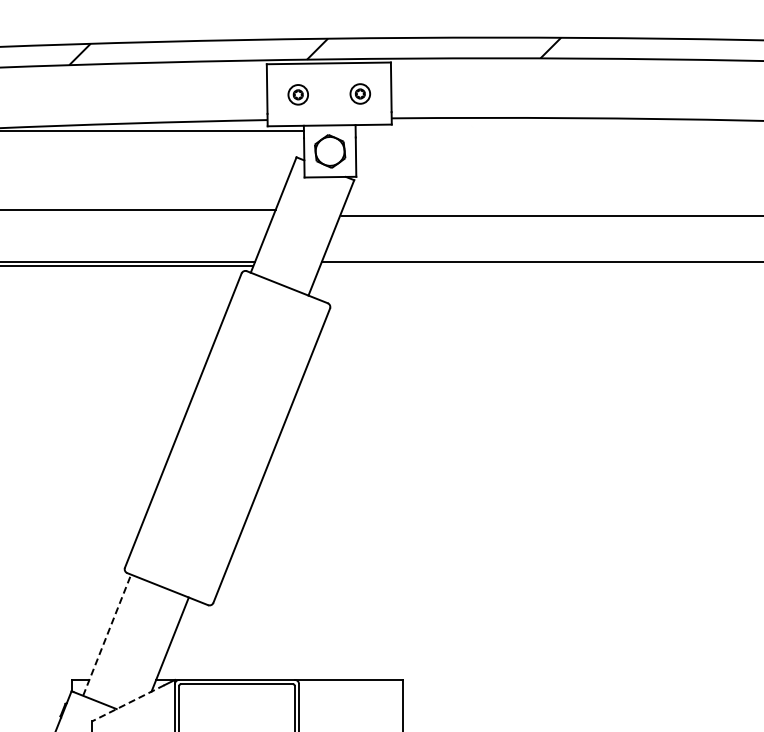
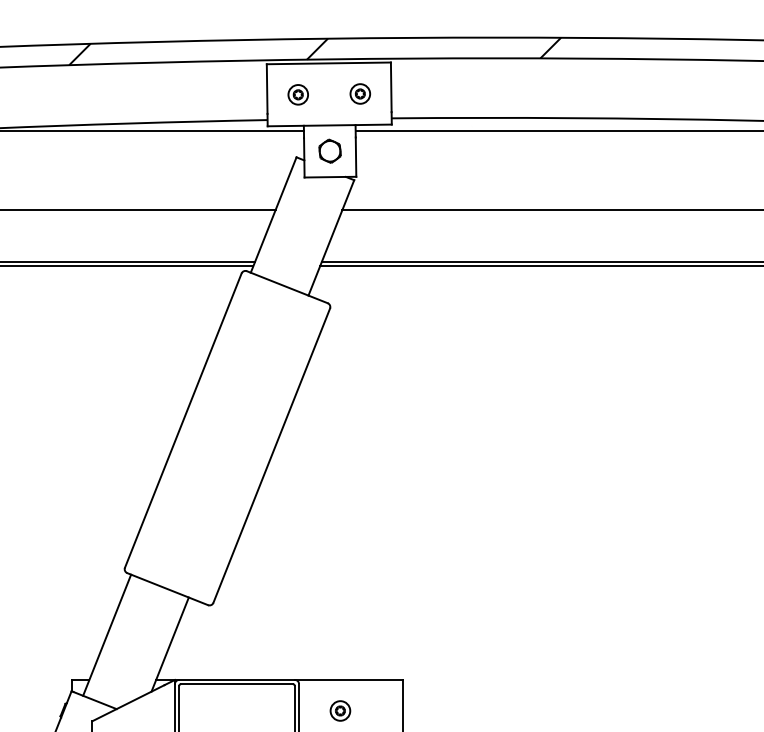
line at (557, 130): none -> present
part at (330, 151) size: 33x35 px -> 24x26 px
line at (551, 216) position: (551, 216) -> (551, 210)
line at (540, 266): none -> present
line at (107, 634): dashed -> solid
line at (127, 703): dashed -> solid
part at (340, 710): none -> present
